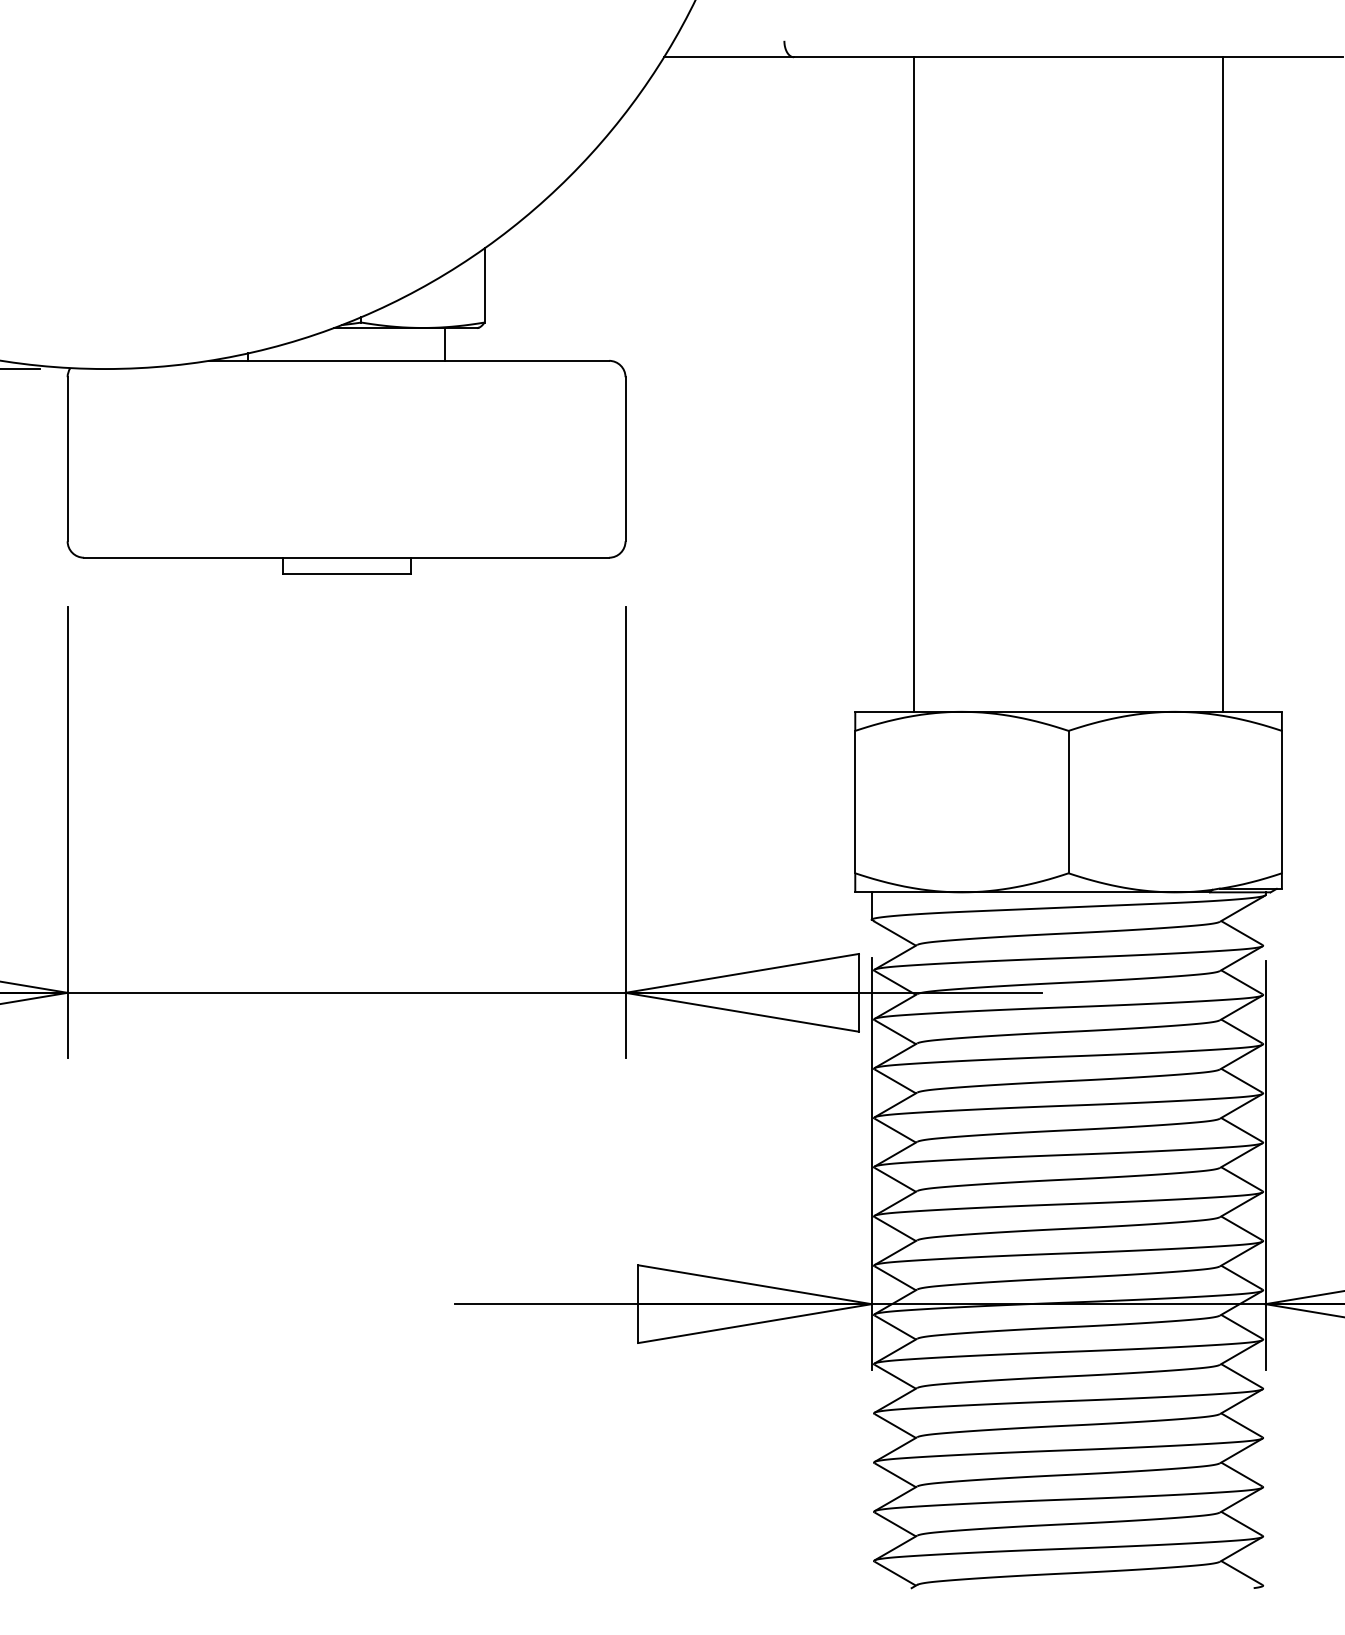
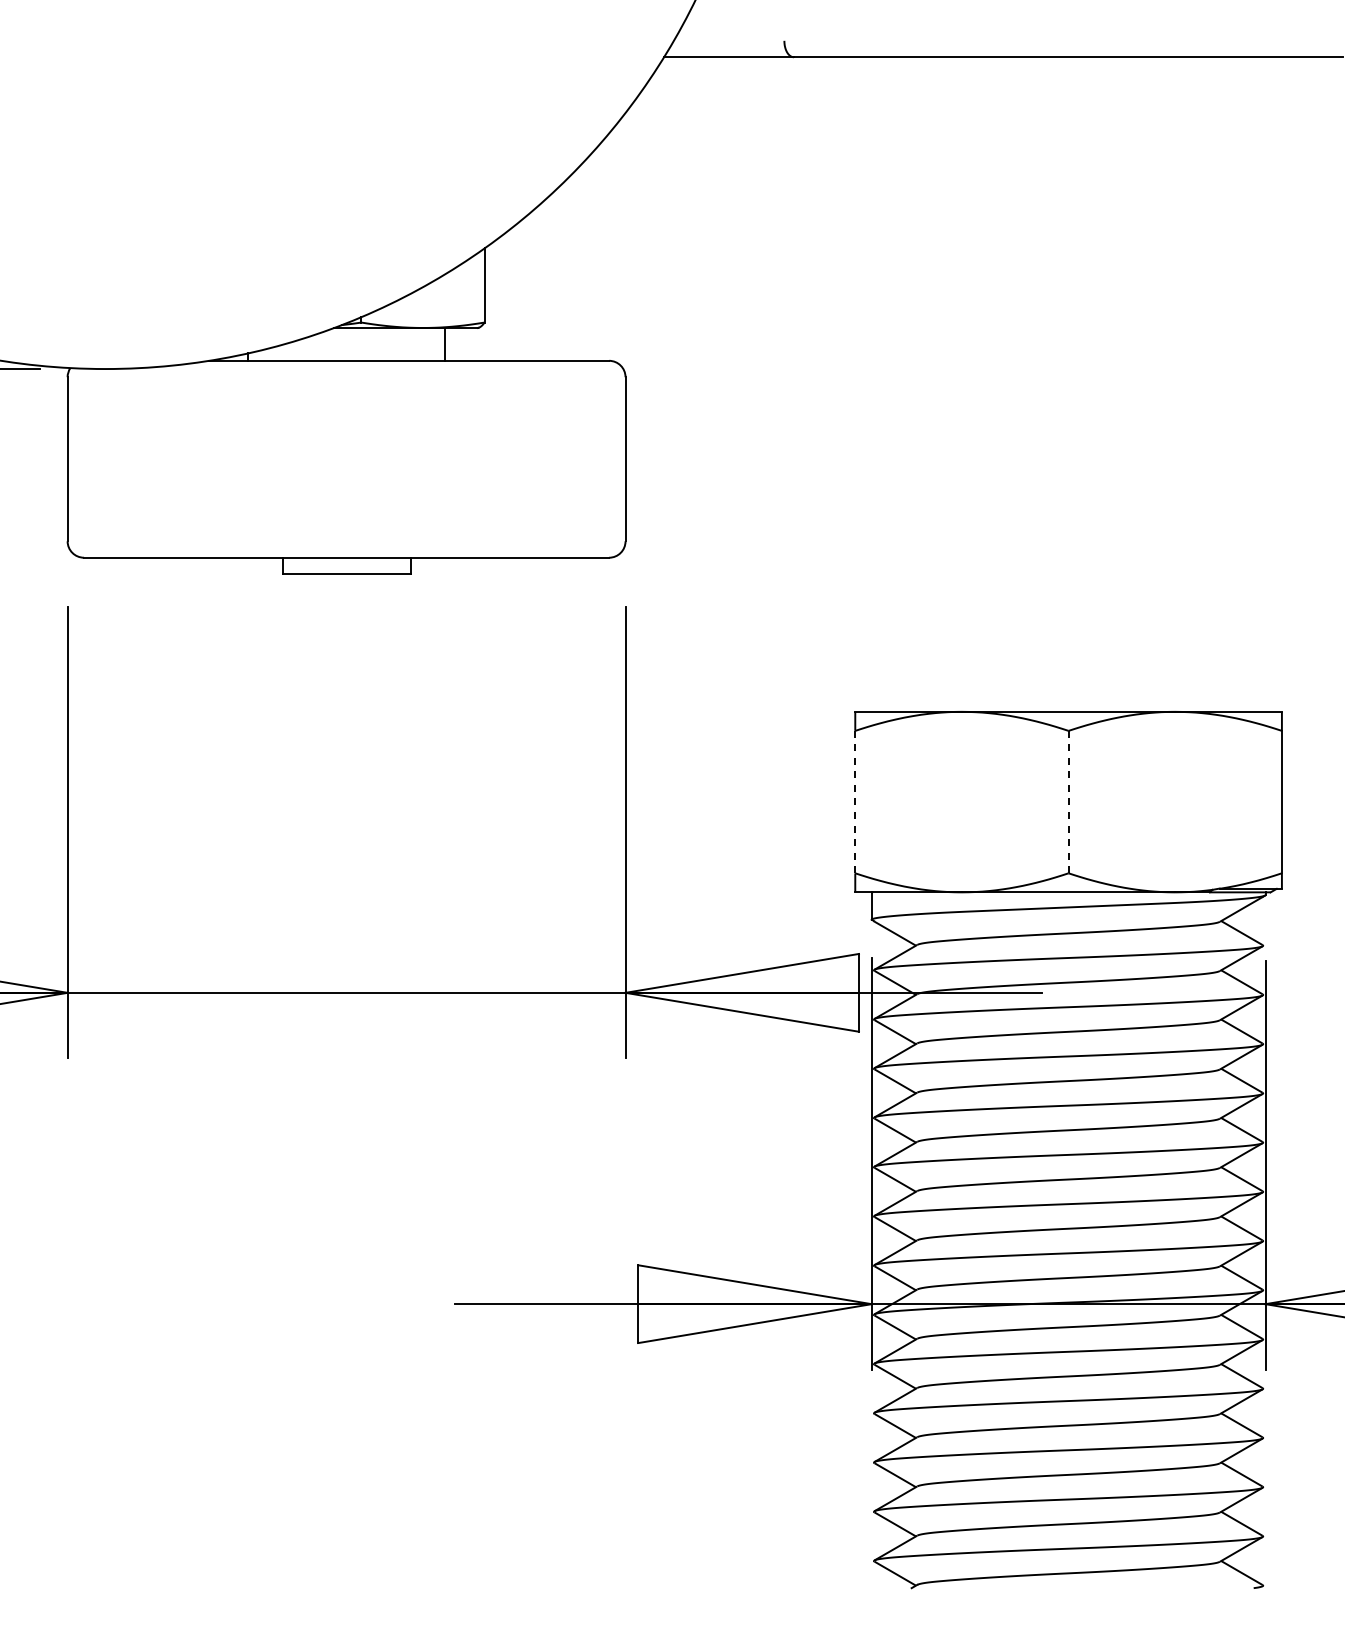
line at (914, 384): present -> none
line at (1222, 384): present -> none
line at (855, 801): solid -> dashed
line at (1068, 801): solid -> dashed
